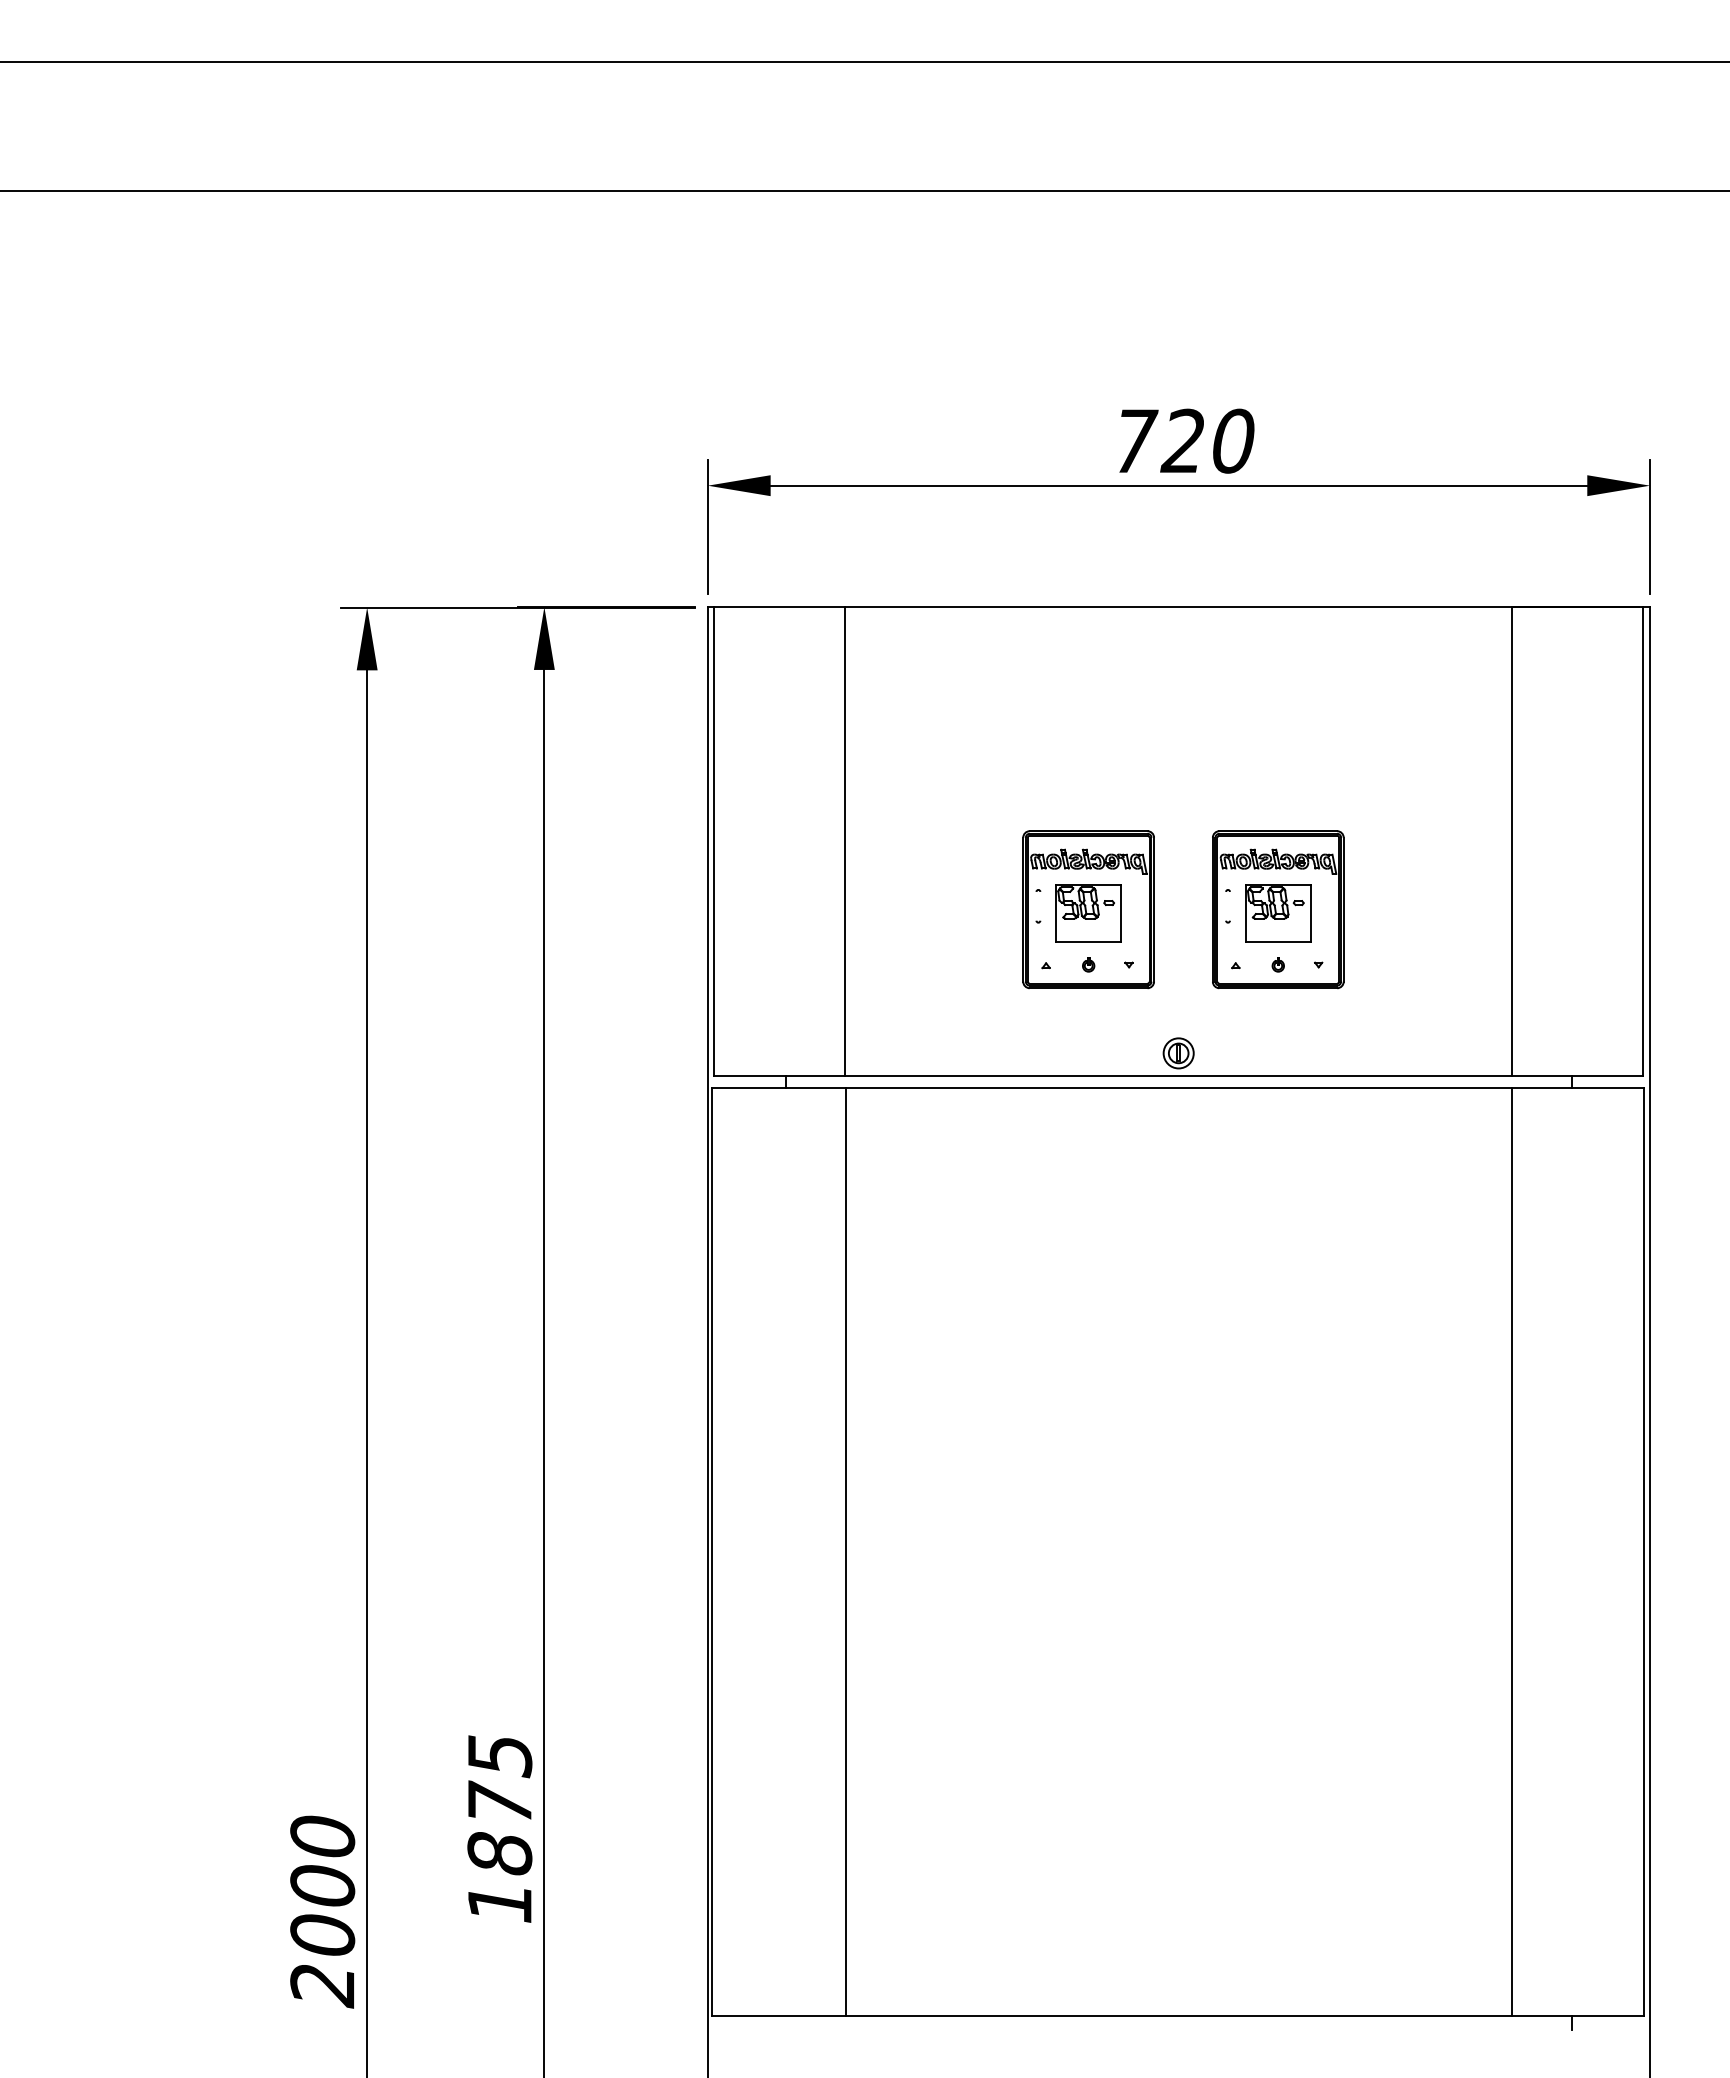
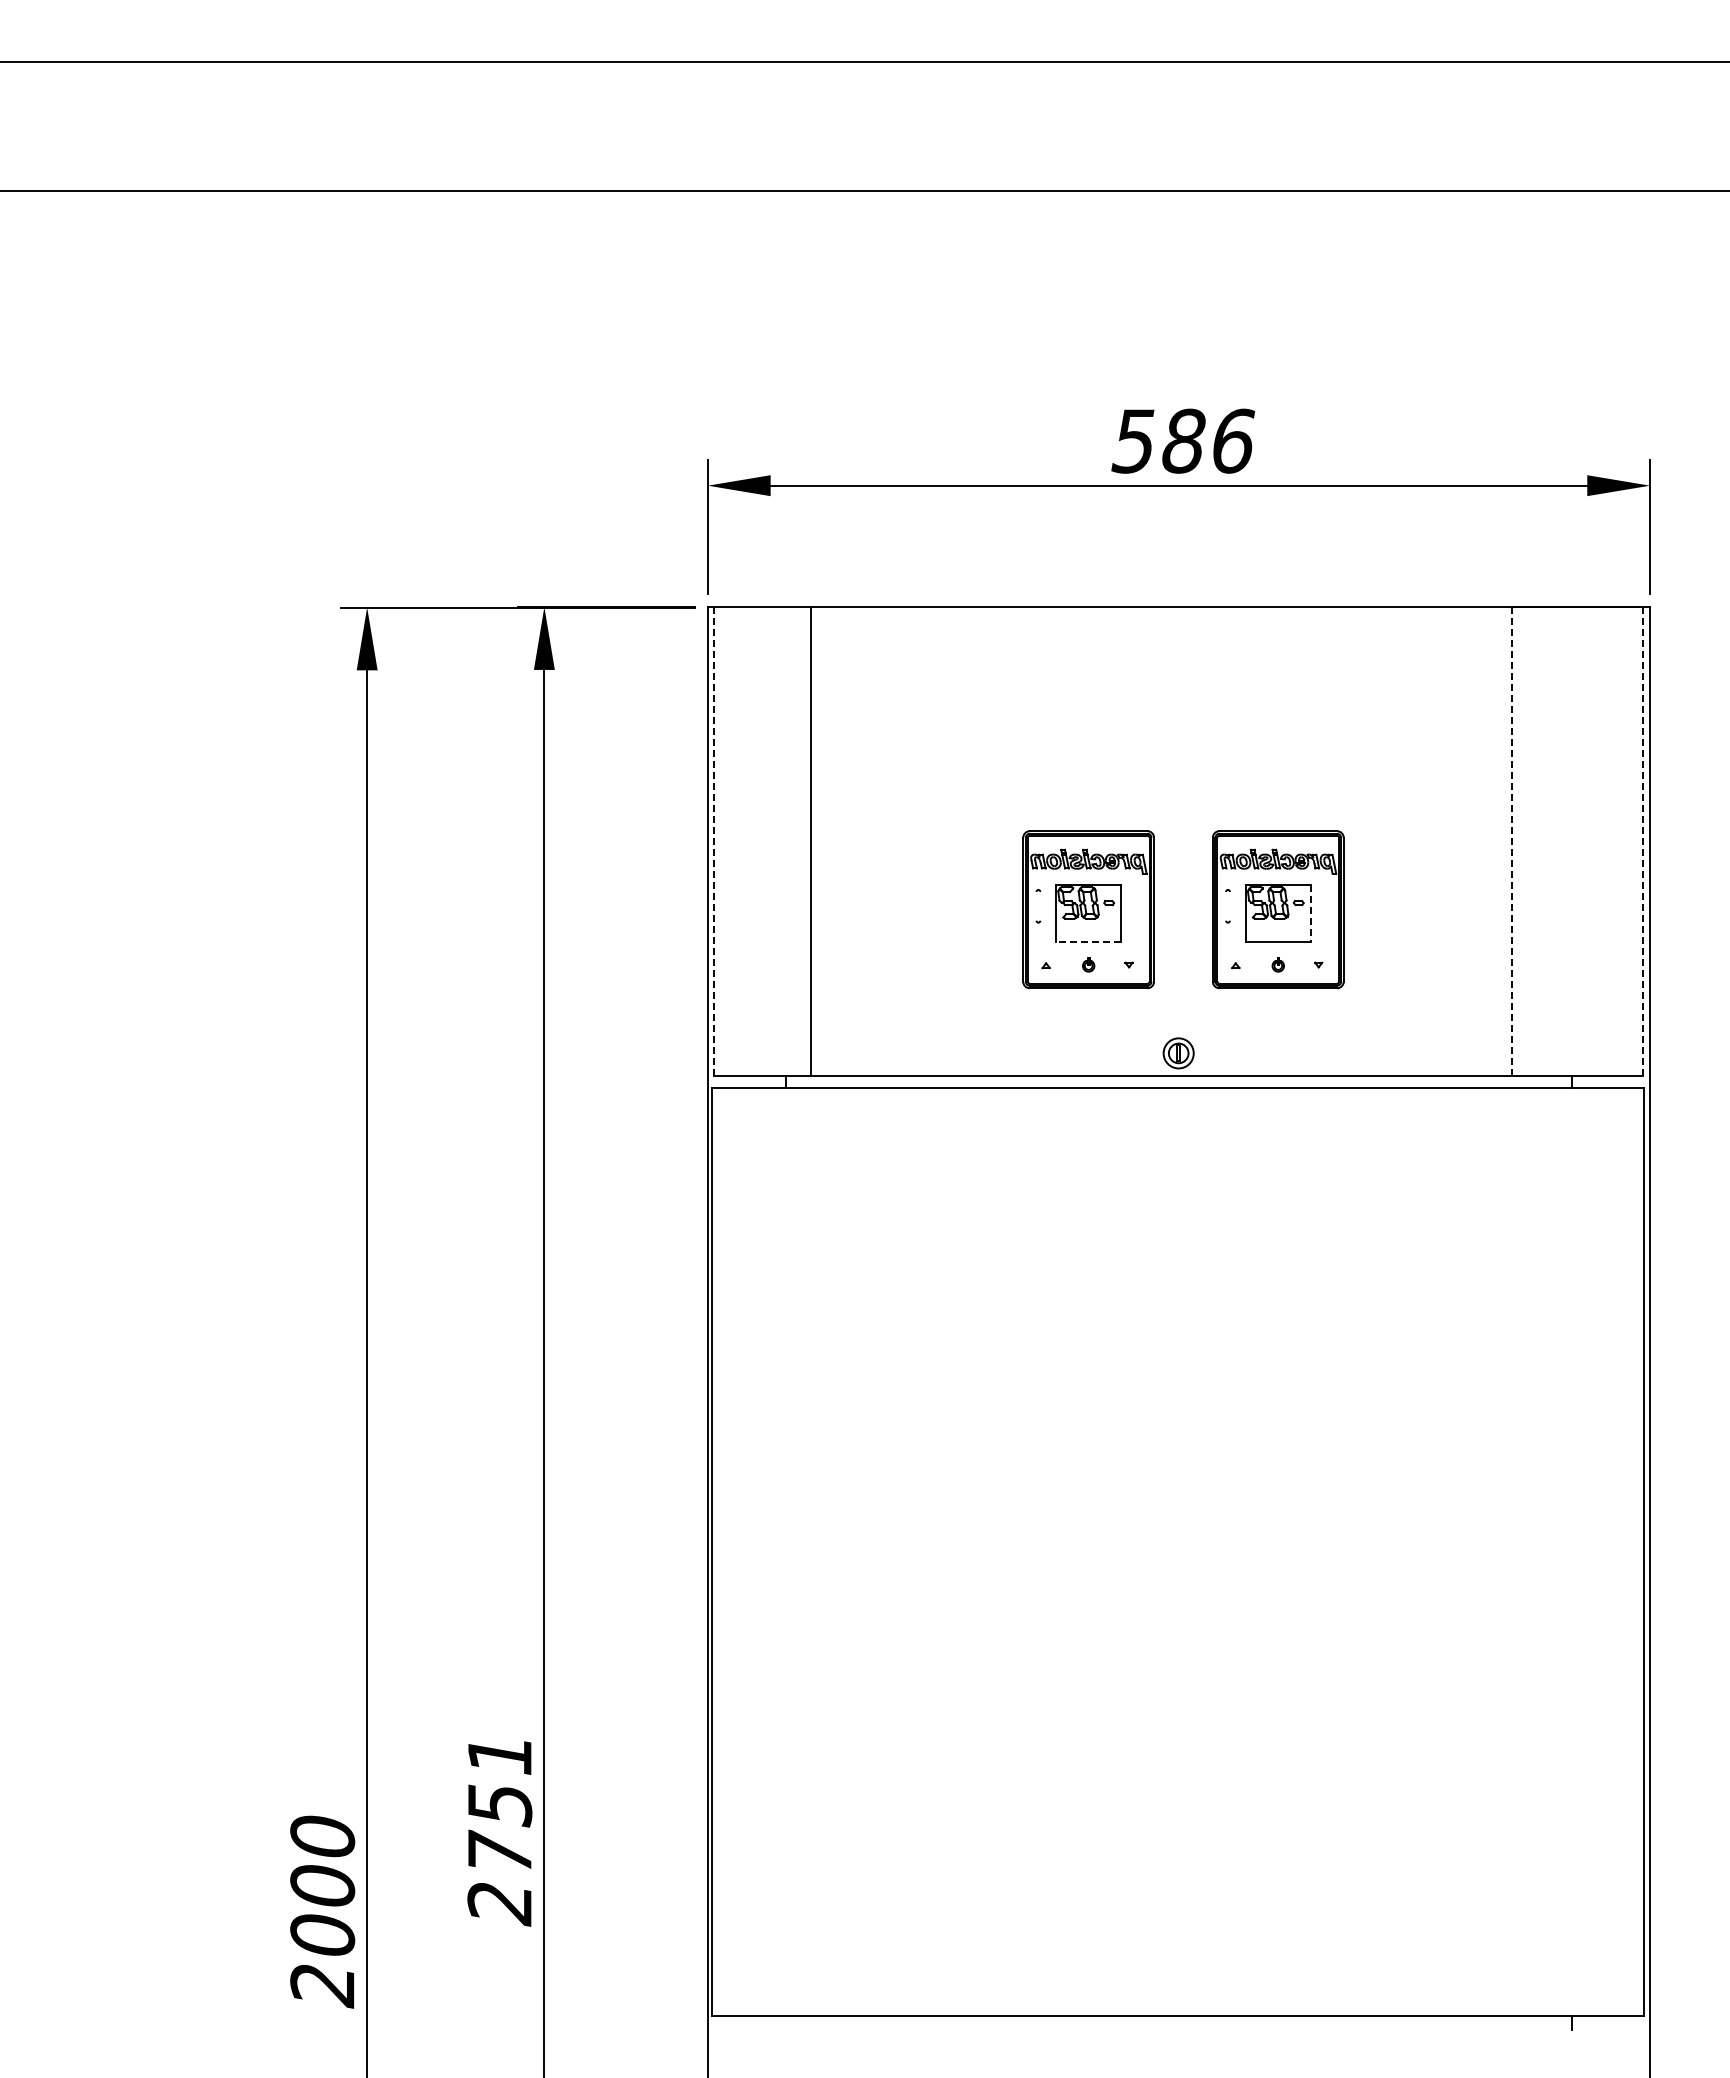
text at (1183, 440): 720 -> 586
line at (714, 841): solid -> dashed
line at (845, 841) position: (845, 841) -> (811, 841)
line at (1512, 841): solid -> dashed
line at (1643, 841): solid -> dashed
line at (1311, 914): solid -> dashed
line at (1088, 941): solid -> dashed
line at (845, 1551): present -> none
line at (1512, 1551): present -> none
text at (499, 1830): 1875 -> 2751
